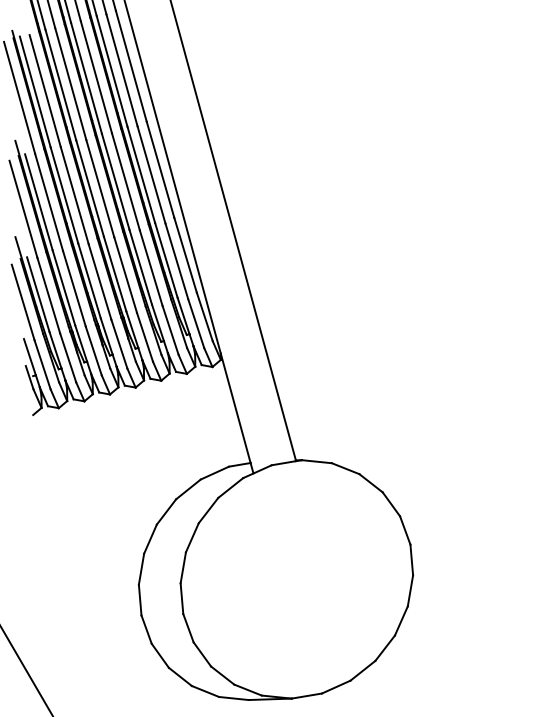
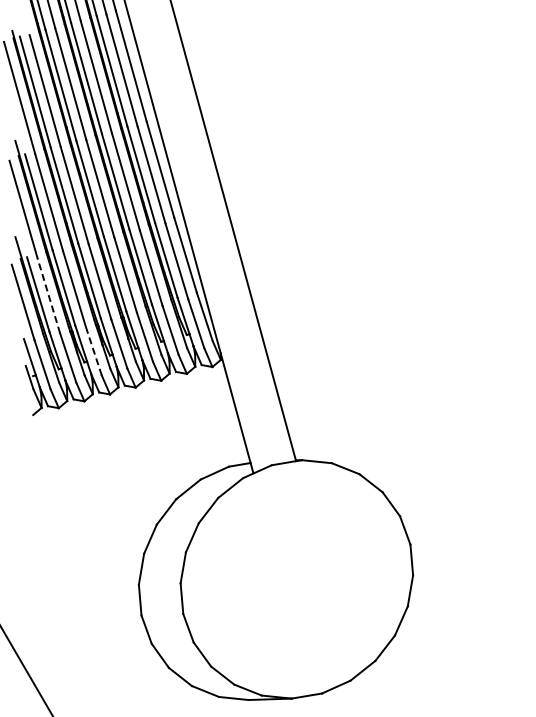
line at (48, 295): solid -> dashed
line at (93, 351): solid -> dashed
